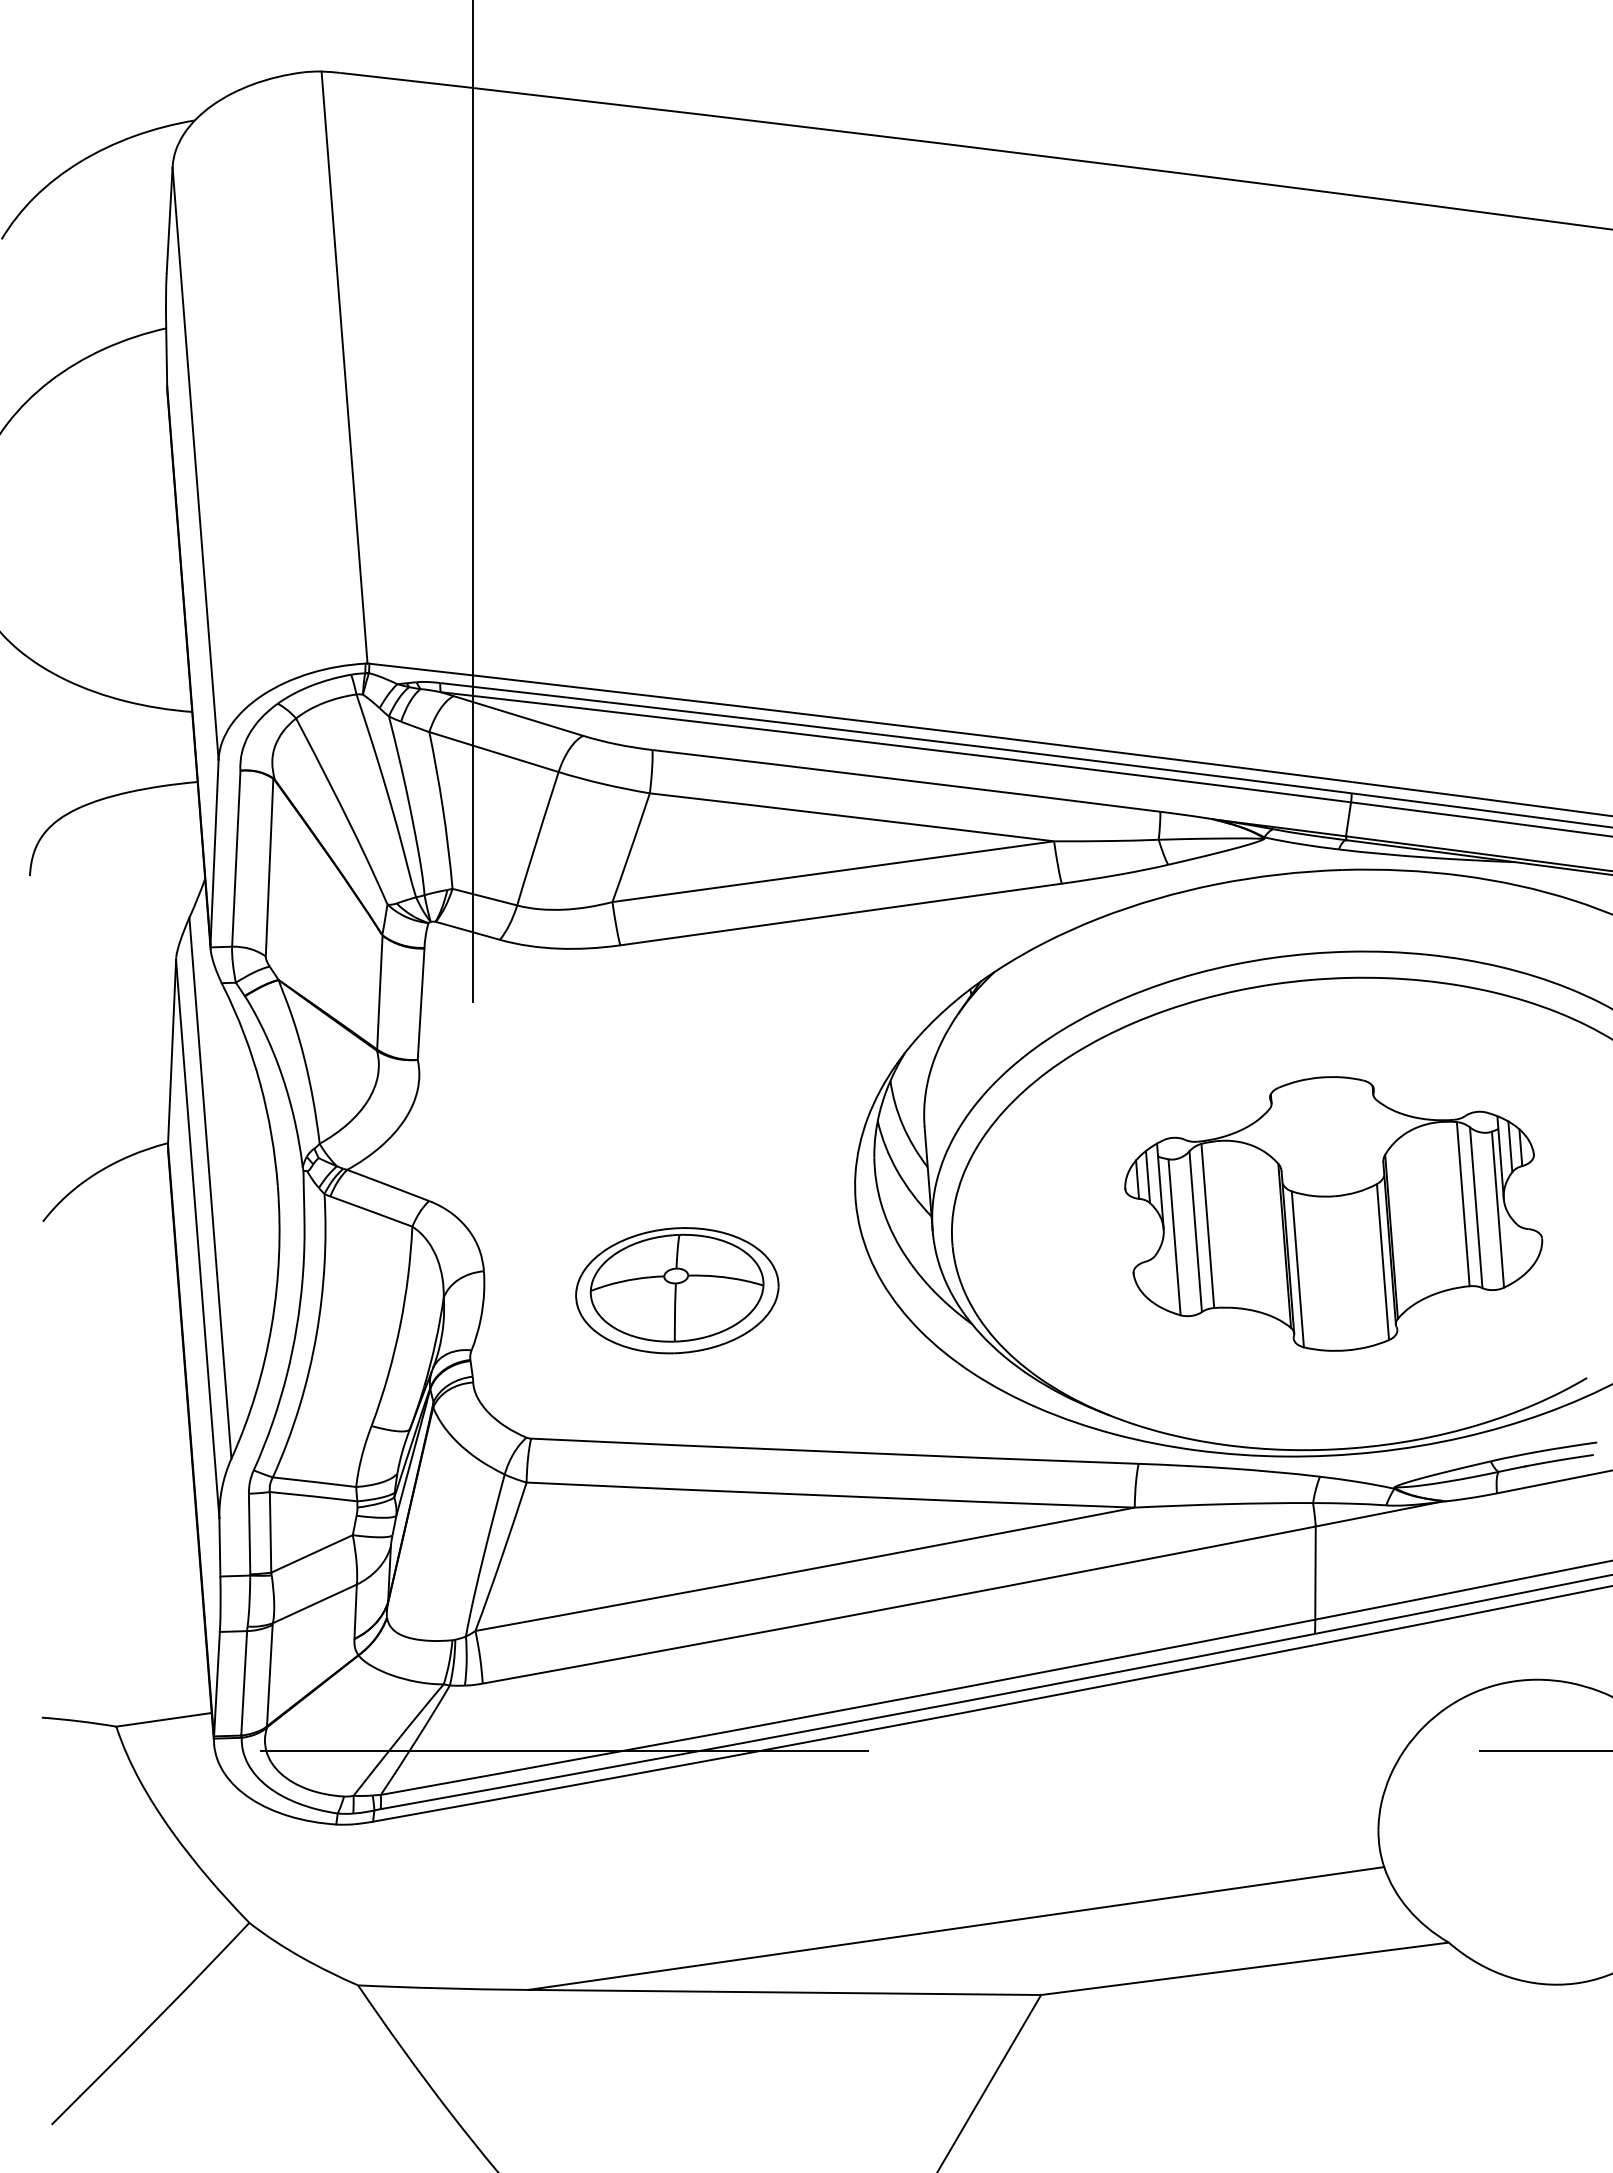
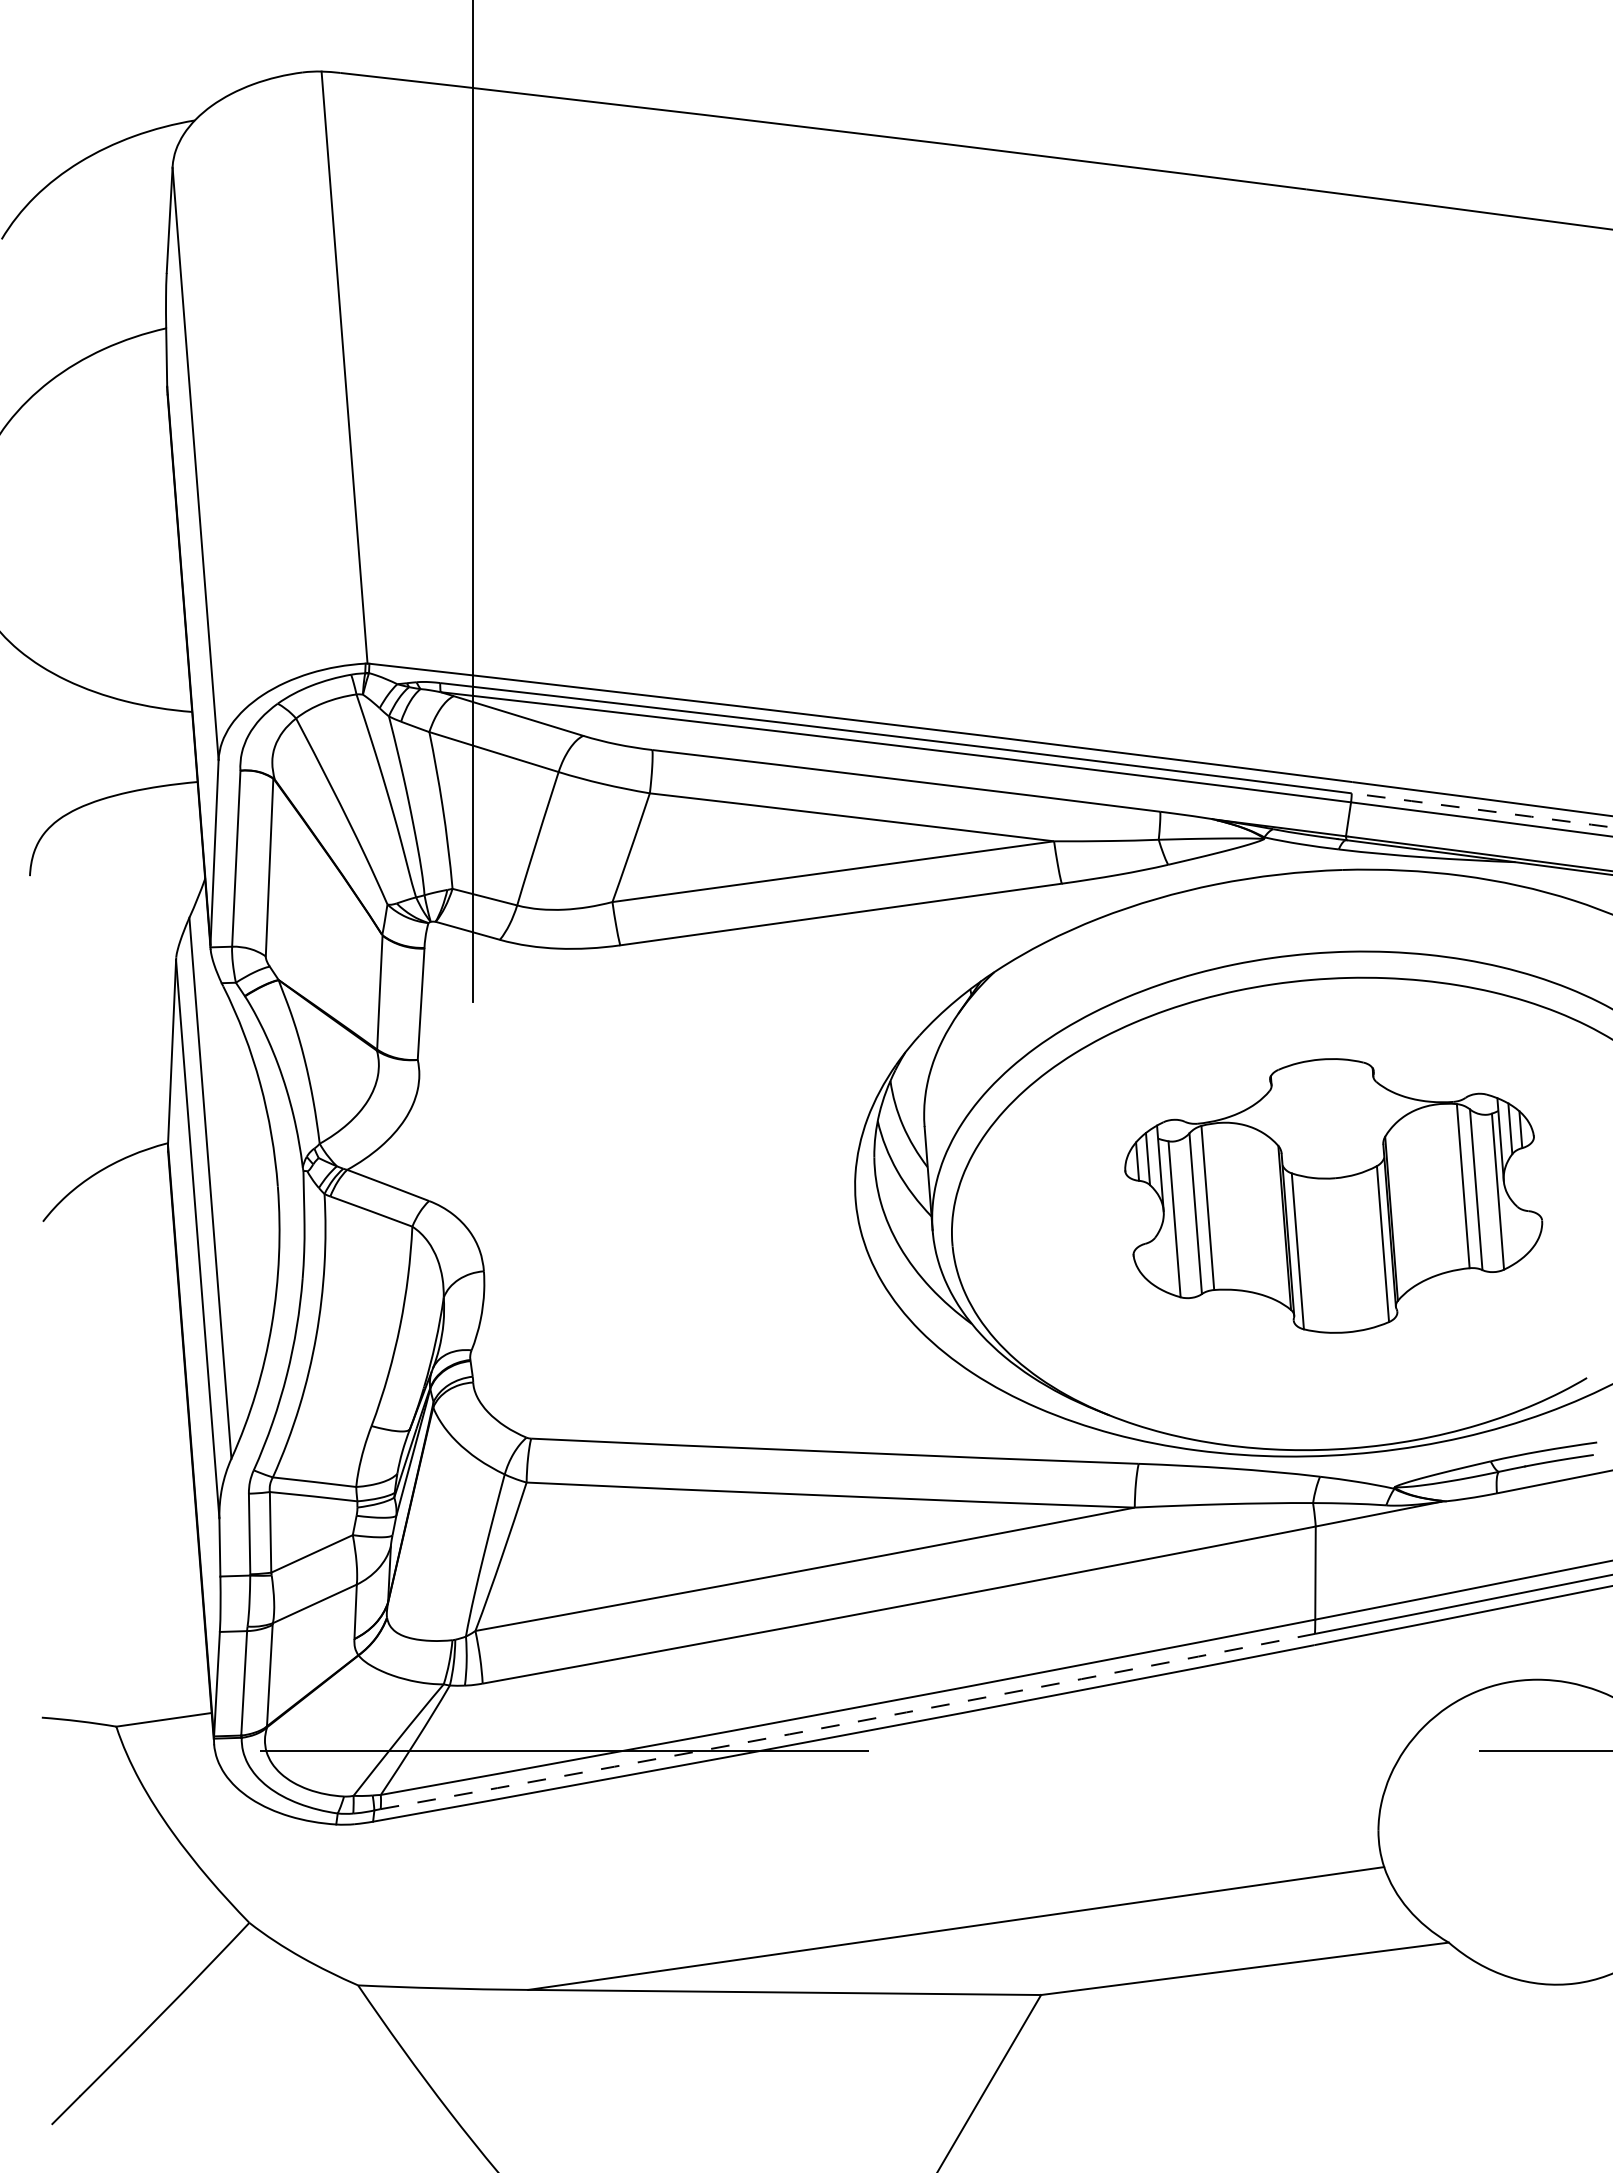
arc at (1482, 810): solid -> dashed
part at (1333, 1213) position: (1333, 1213) -> (1333, 1195)
part at (677, 1290): present -> none
arc at (848, 1723): solid -> dashed
